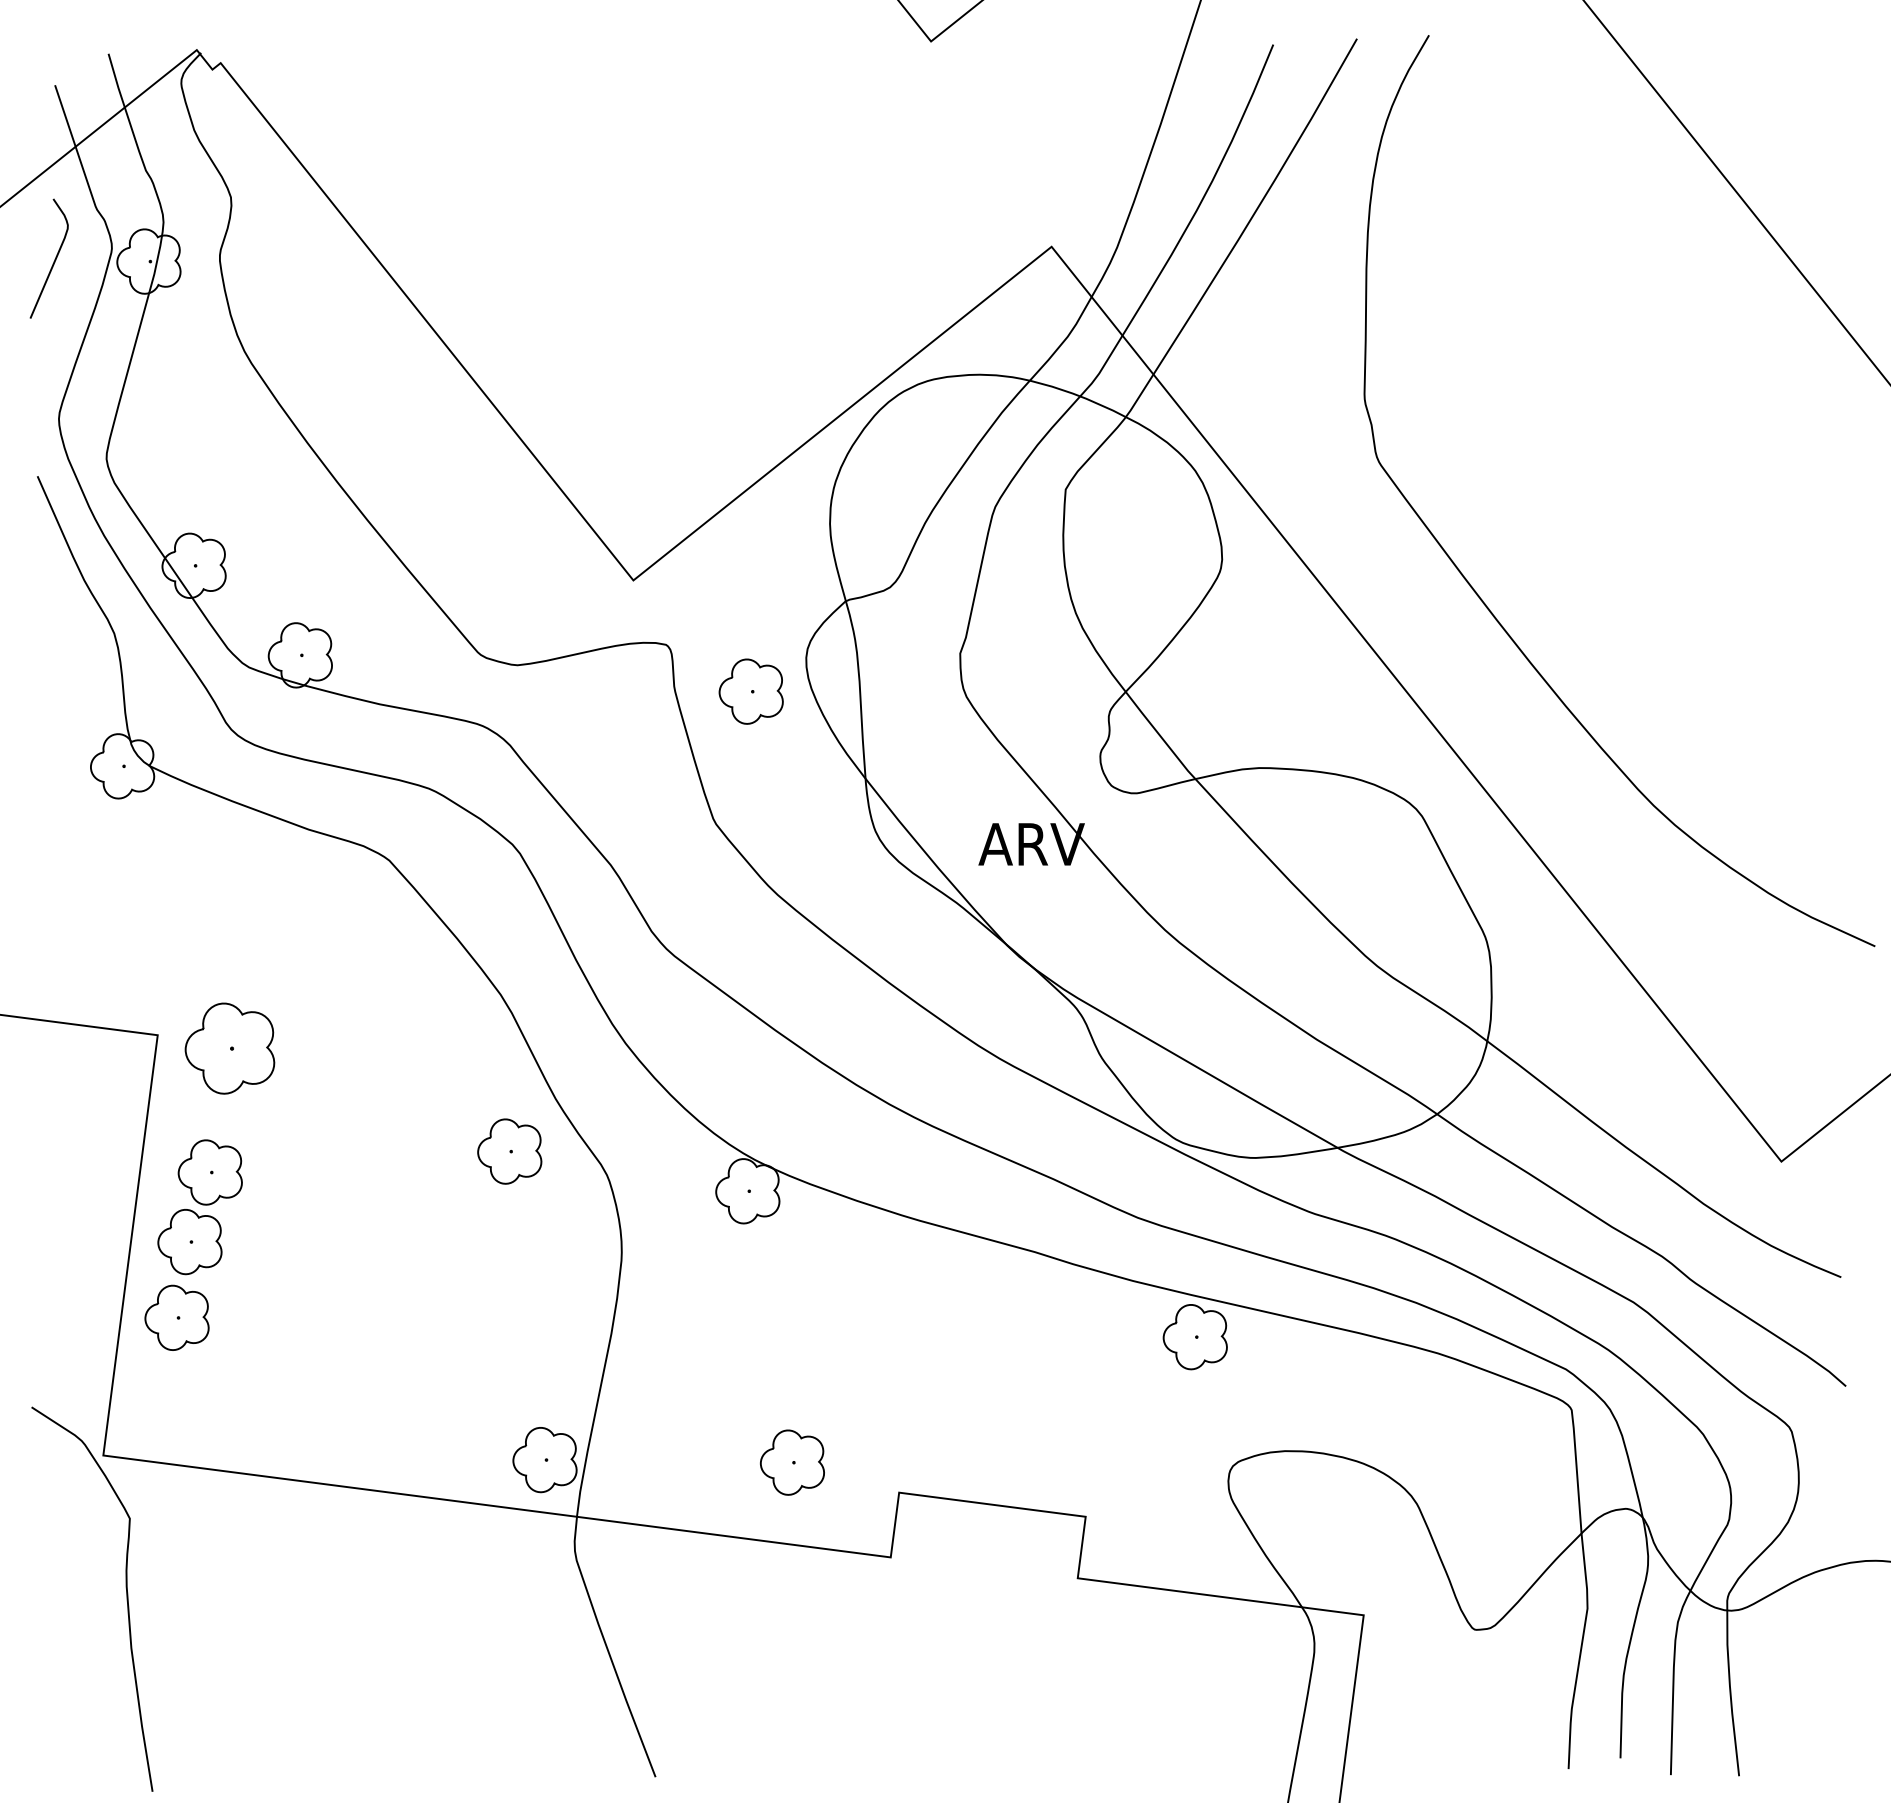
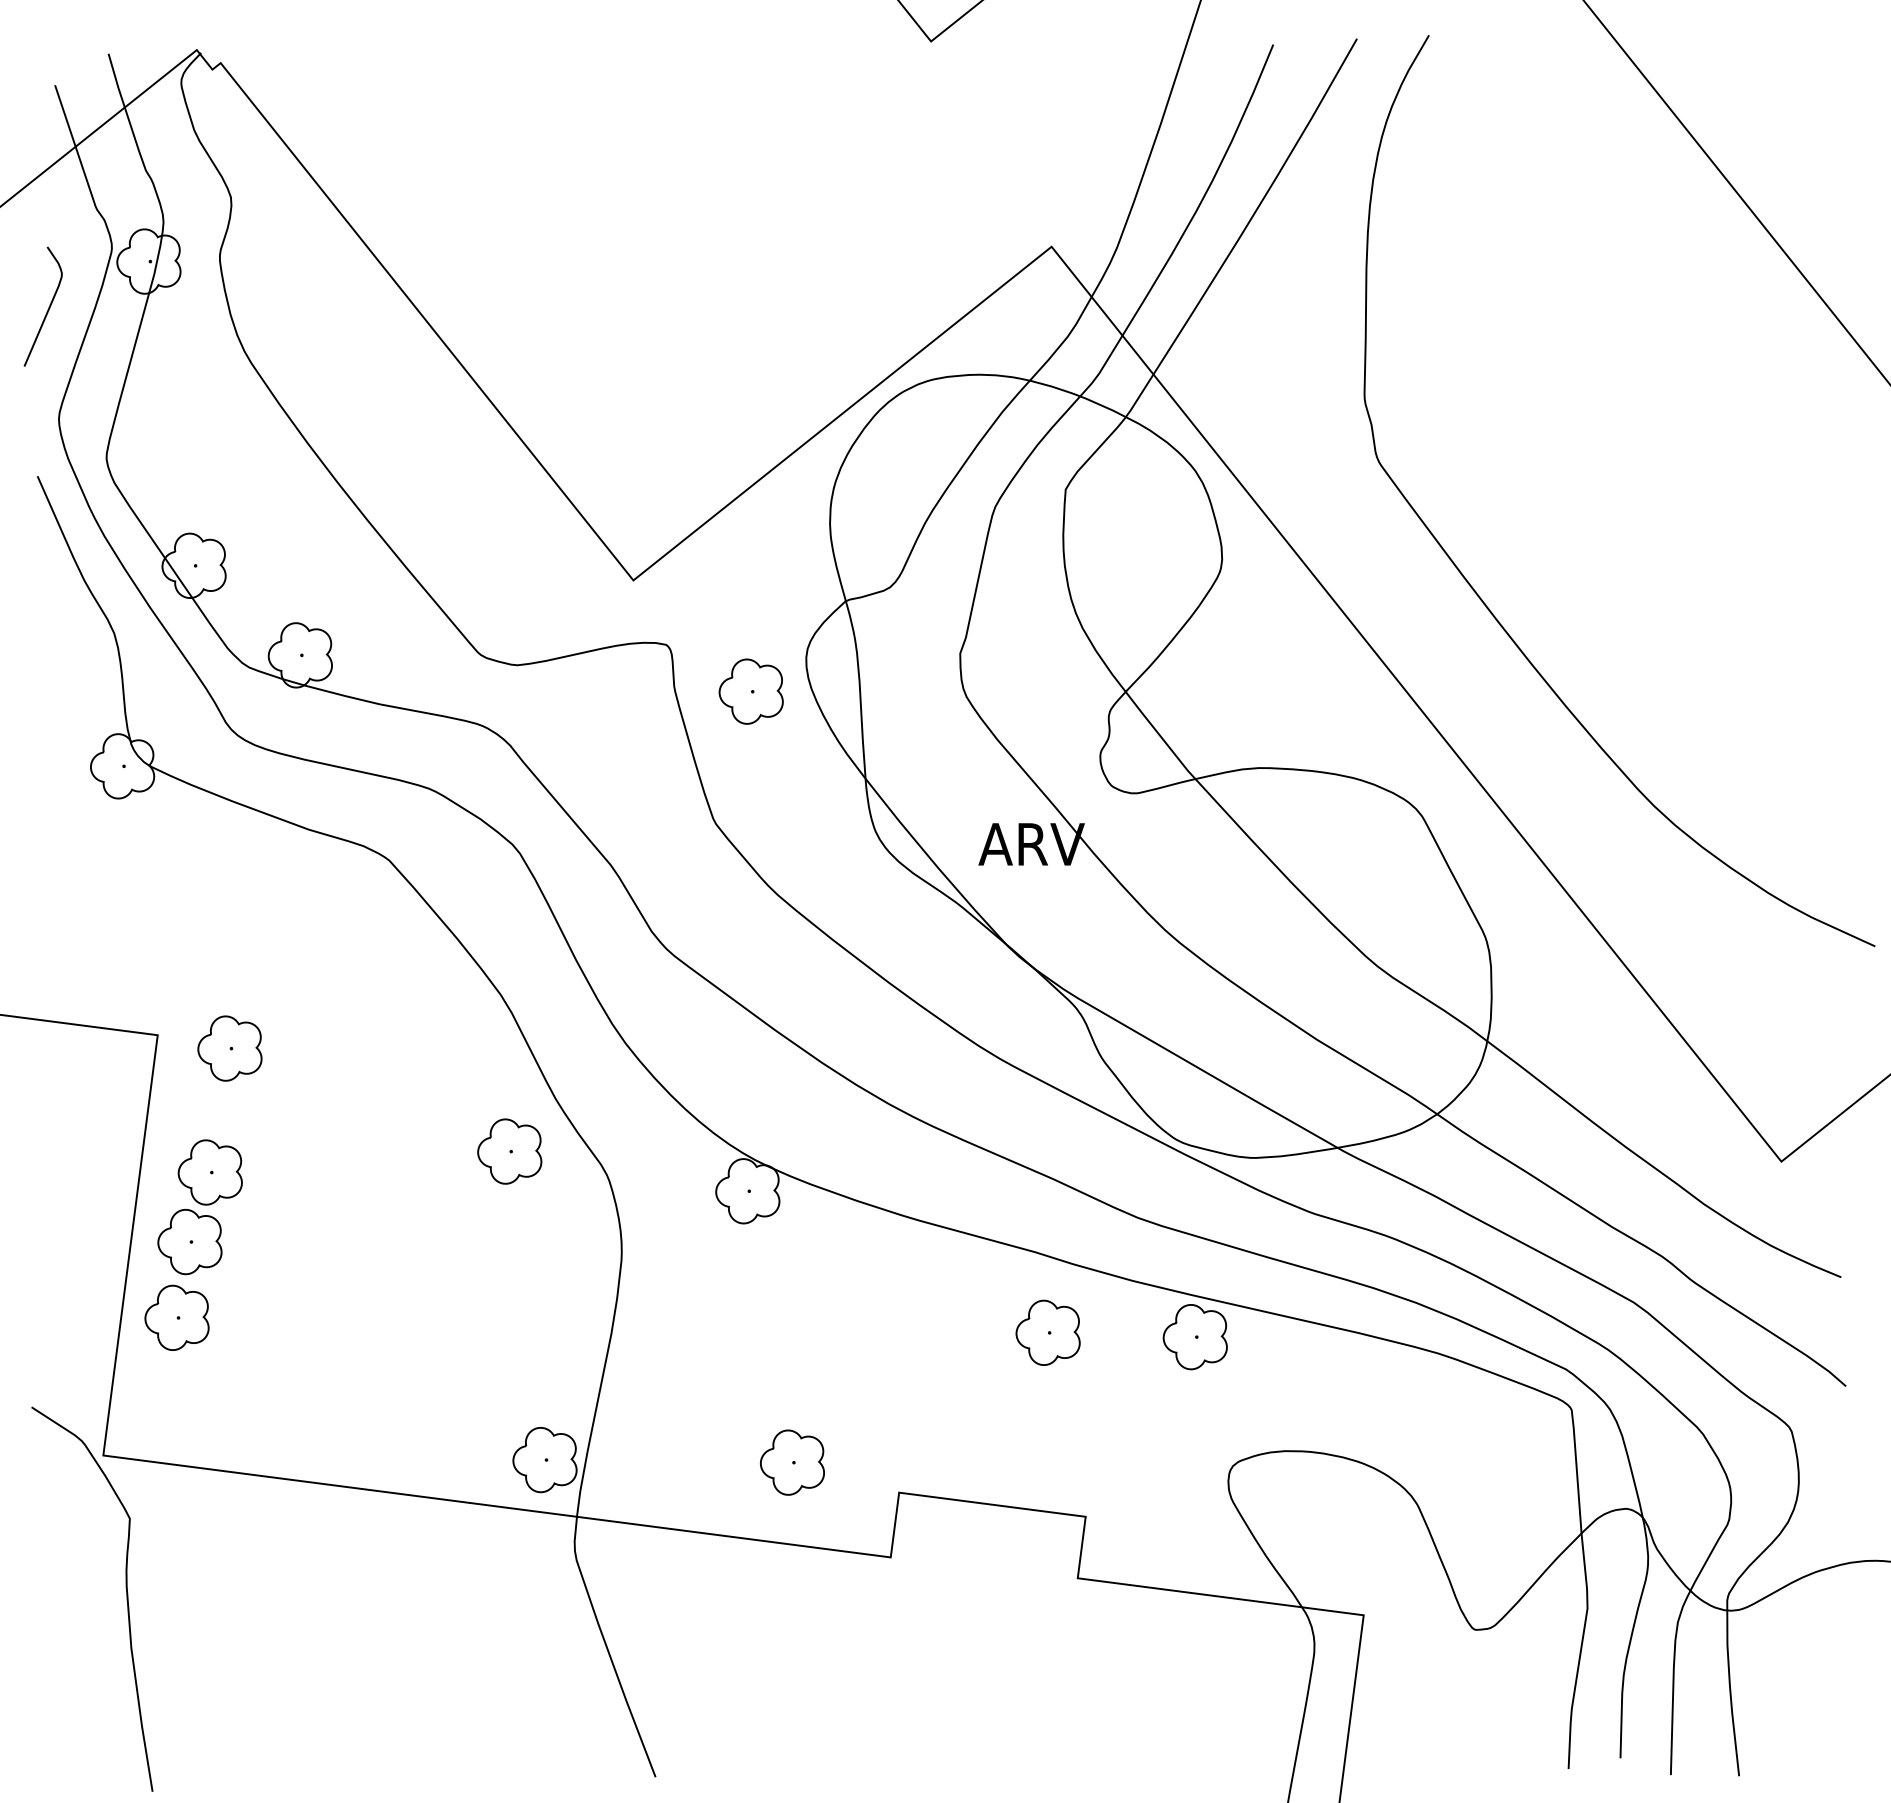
curve at (53, 261) position: (53, 261) -> (47, 309)
part at (229, 1048) size: 92x93 px -> 66x67 px
part at (1047, 1332): none -> present
